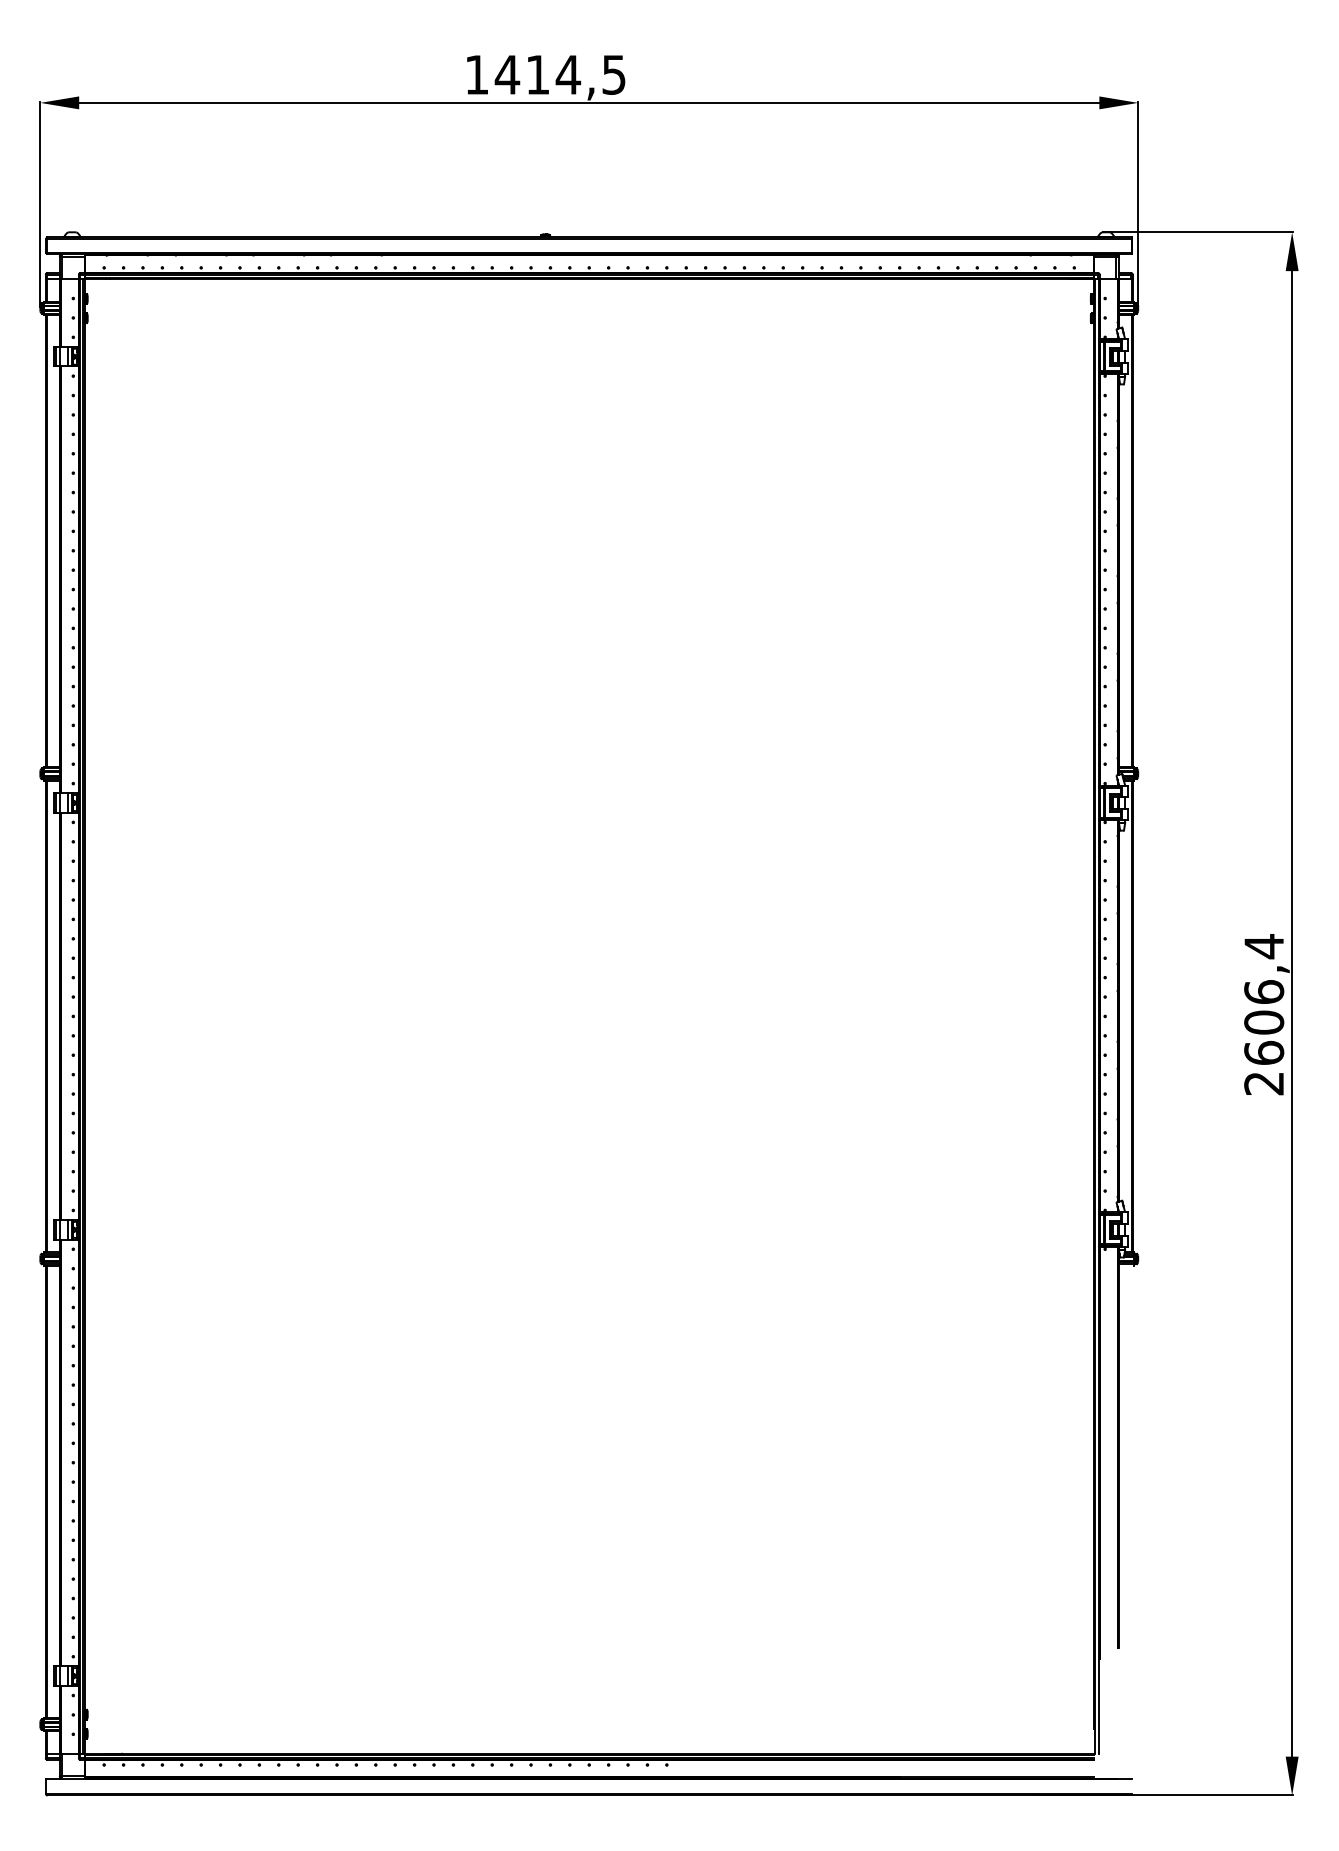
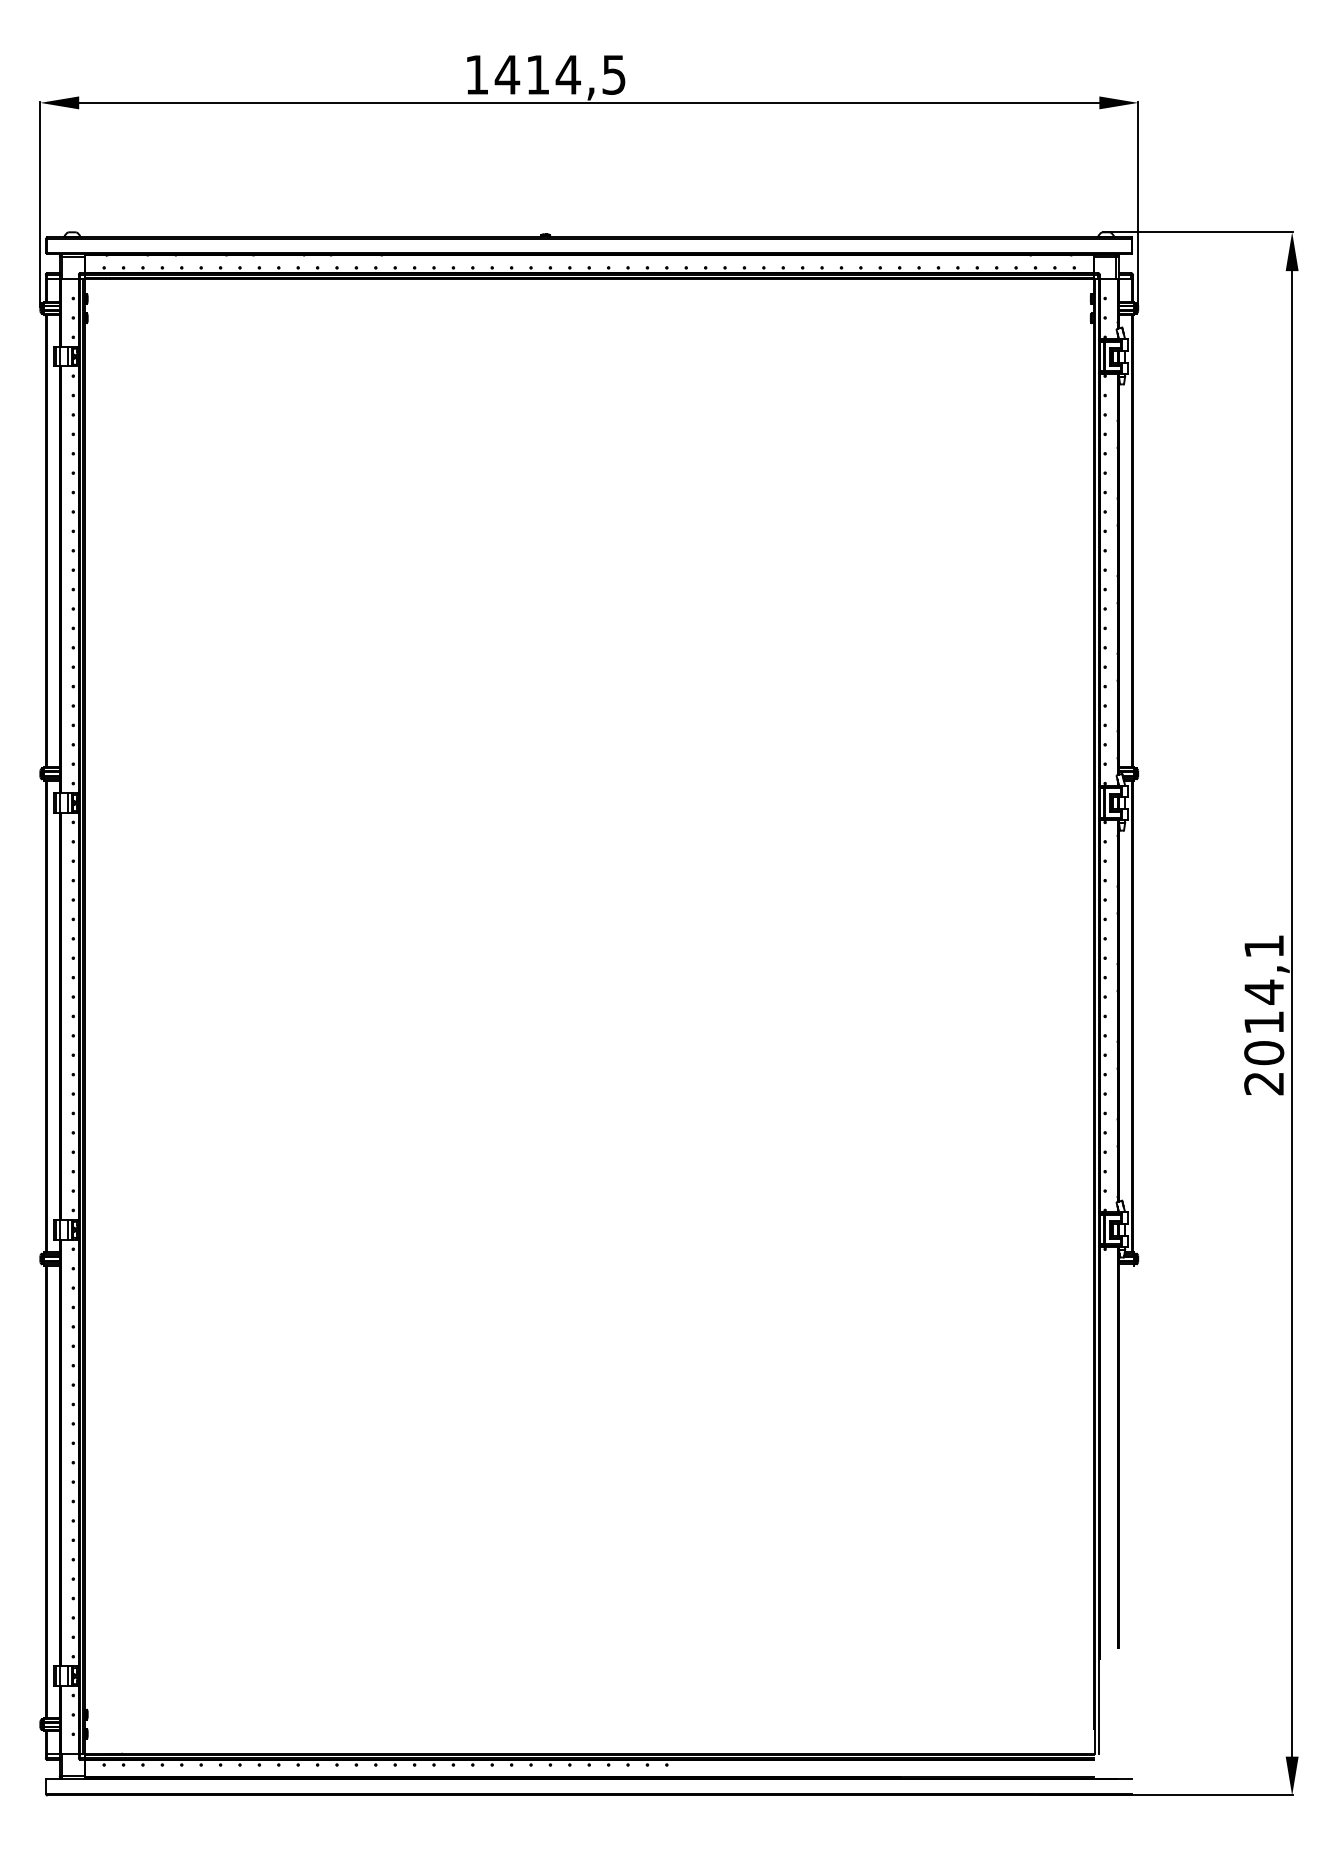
text at (1264, 999): 2606,4 -> 2014,1
